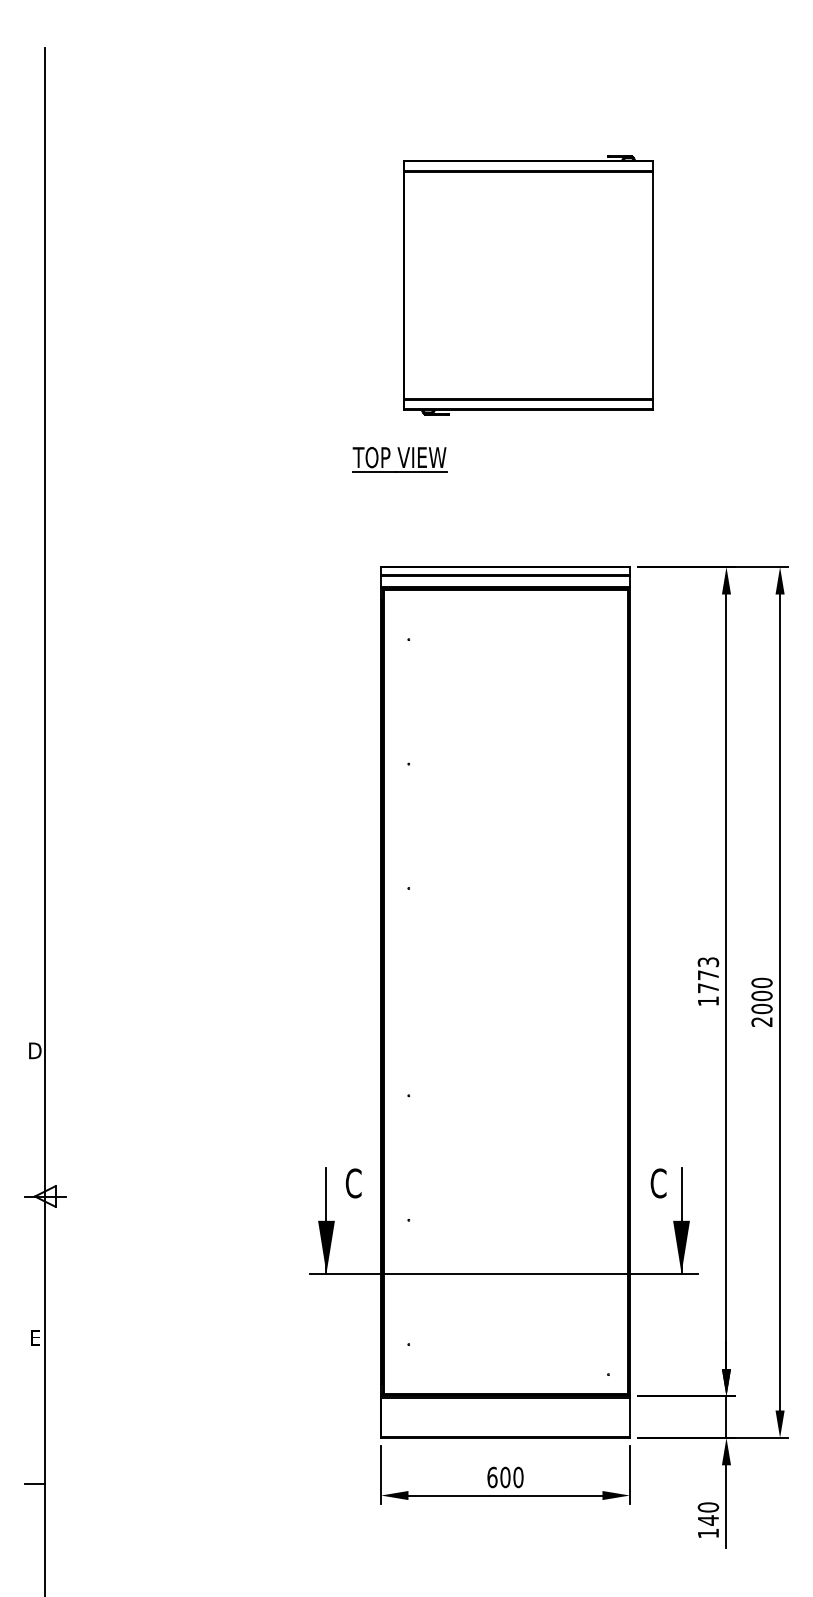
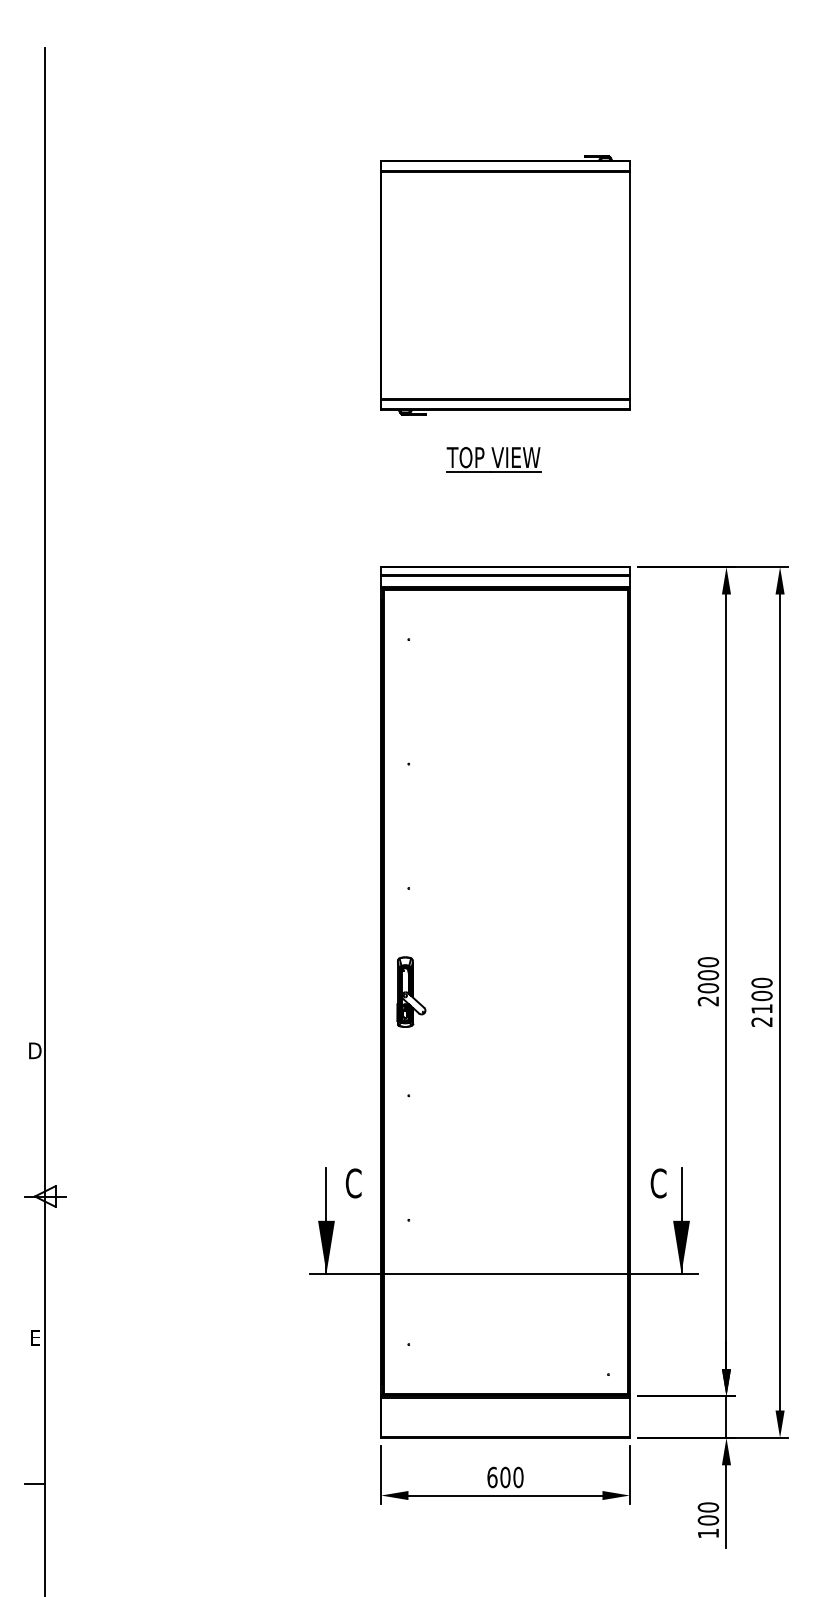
part at (528, 285) position: (528, 285) -> (505, 285)
part at (399, 459) position: (399, 459) -> (493, 459)
text at (708, 981): 1773 -> 2000
part at (411, 991): none -> present
text at (761, 1008): 2000 -> 2100
text at (708, 1520): 140 -> 100
